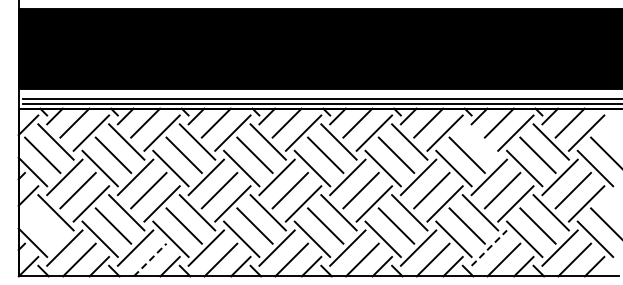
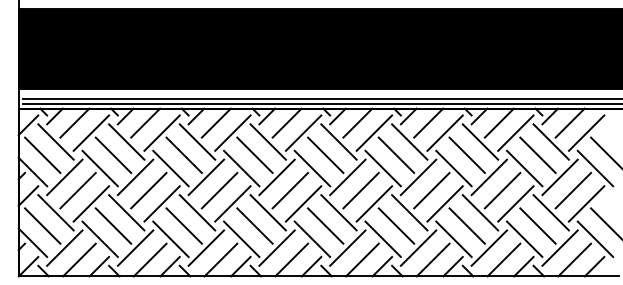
line at (480, 141): none -> present
line at (42, 225): none -> present
line at (489, 247): dashed -> solid
line at (150, 259): dashed -> solid
